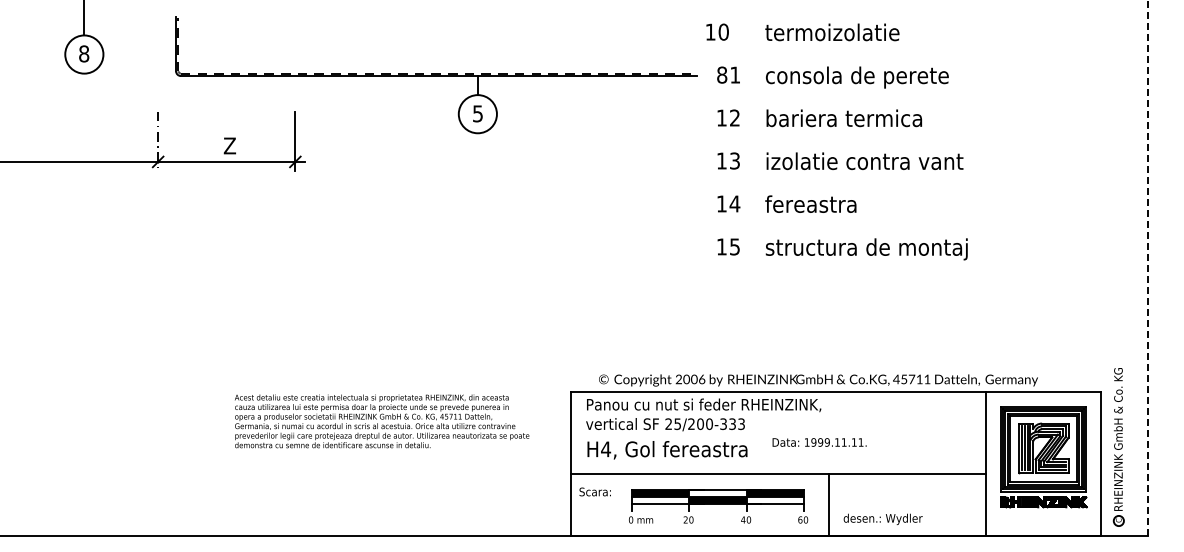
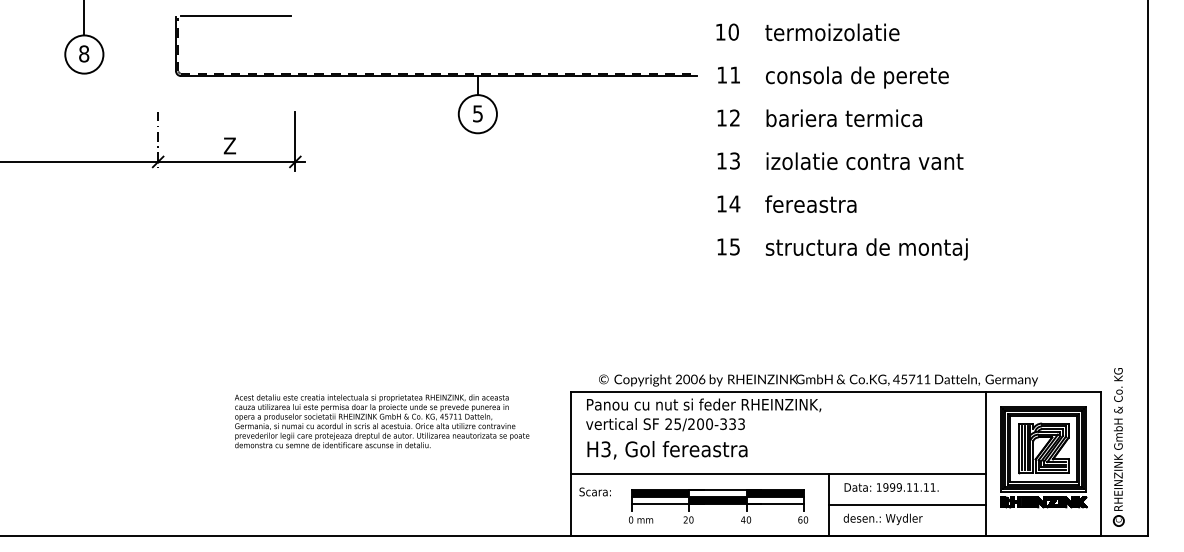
line at (235, 16): none -> present
text at (717, 31) position: (717, 31) -> (727, 31)
text at (722, 74): 81 -> 11
line at (1148, 267): dashed -> solid
text at (819, 442) position: (819, 442) -> (891, 487)
text at (606, 449): H4, -> H3,
line at (907, 504): none -> present
